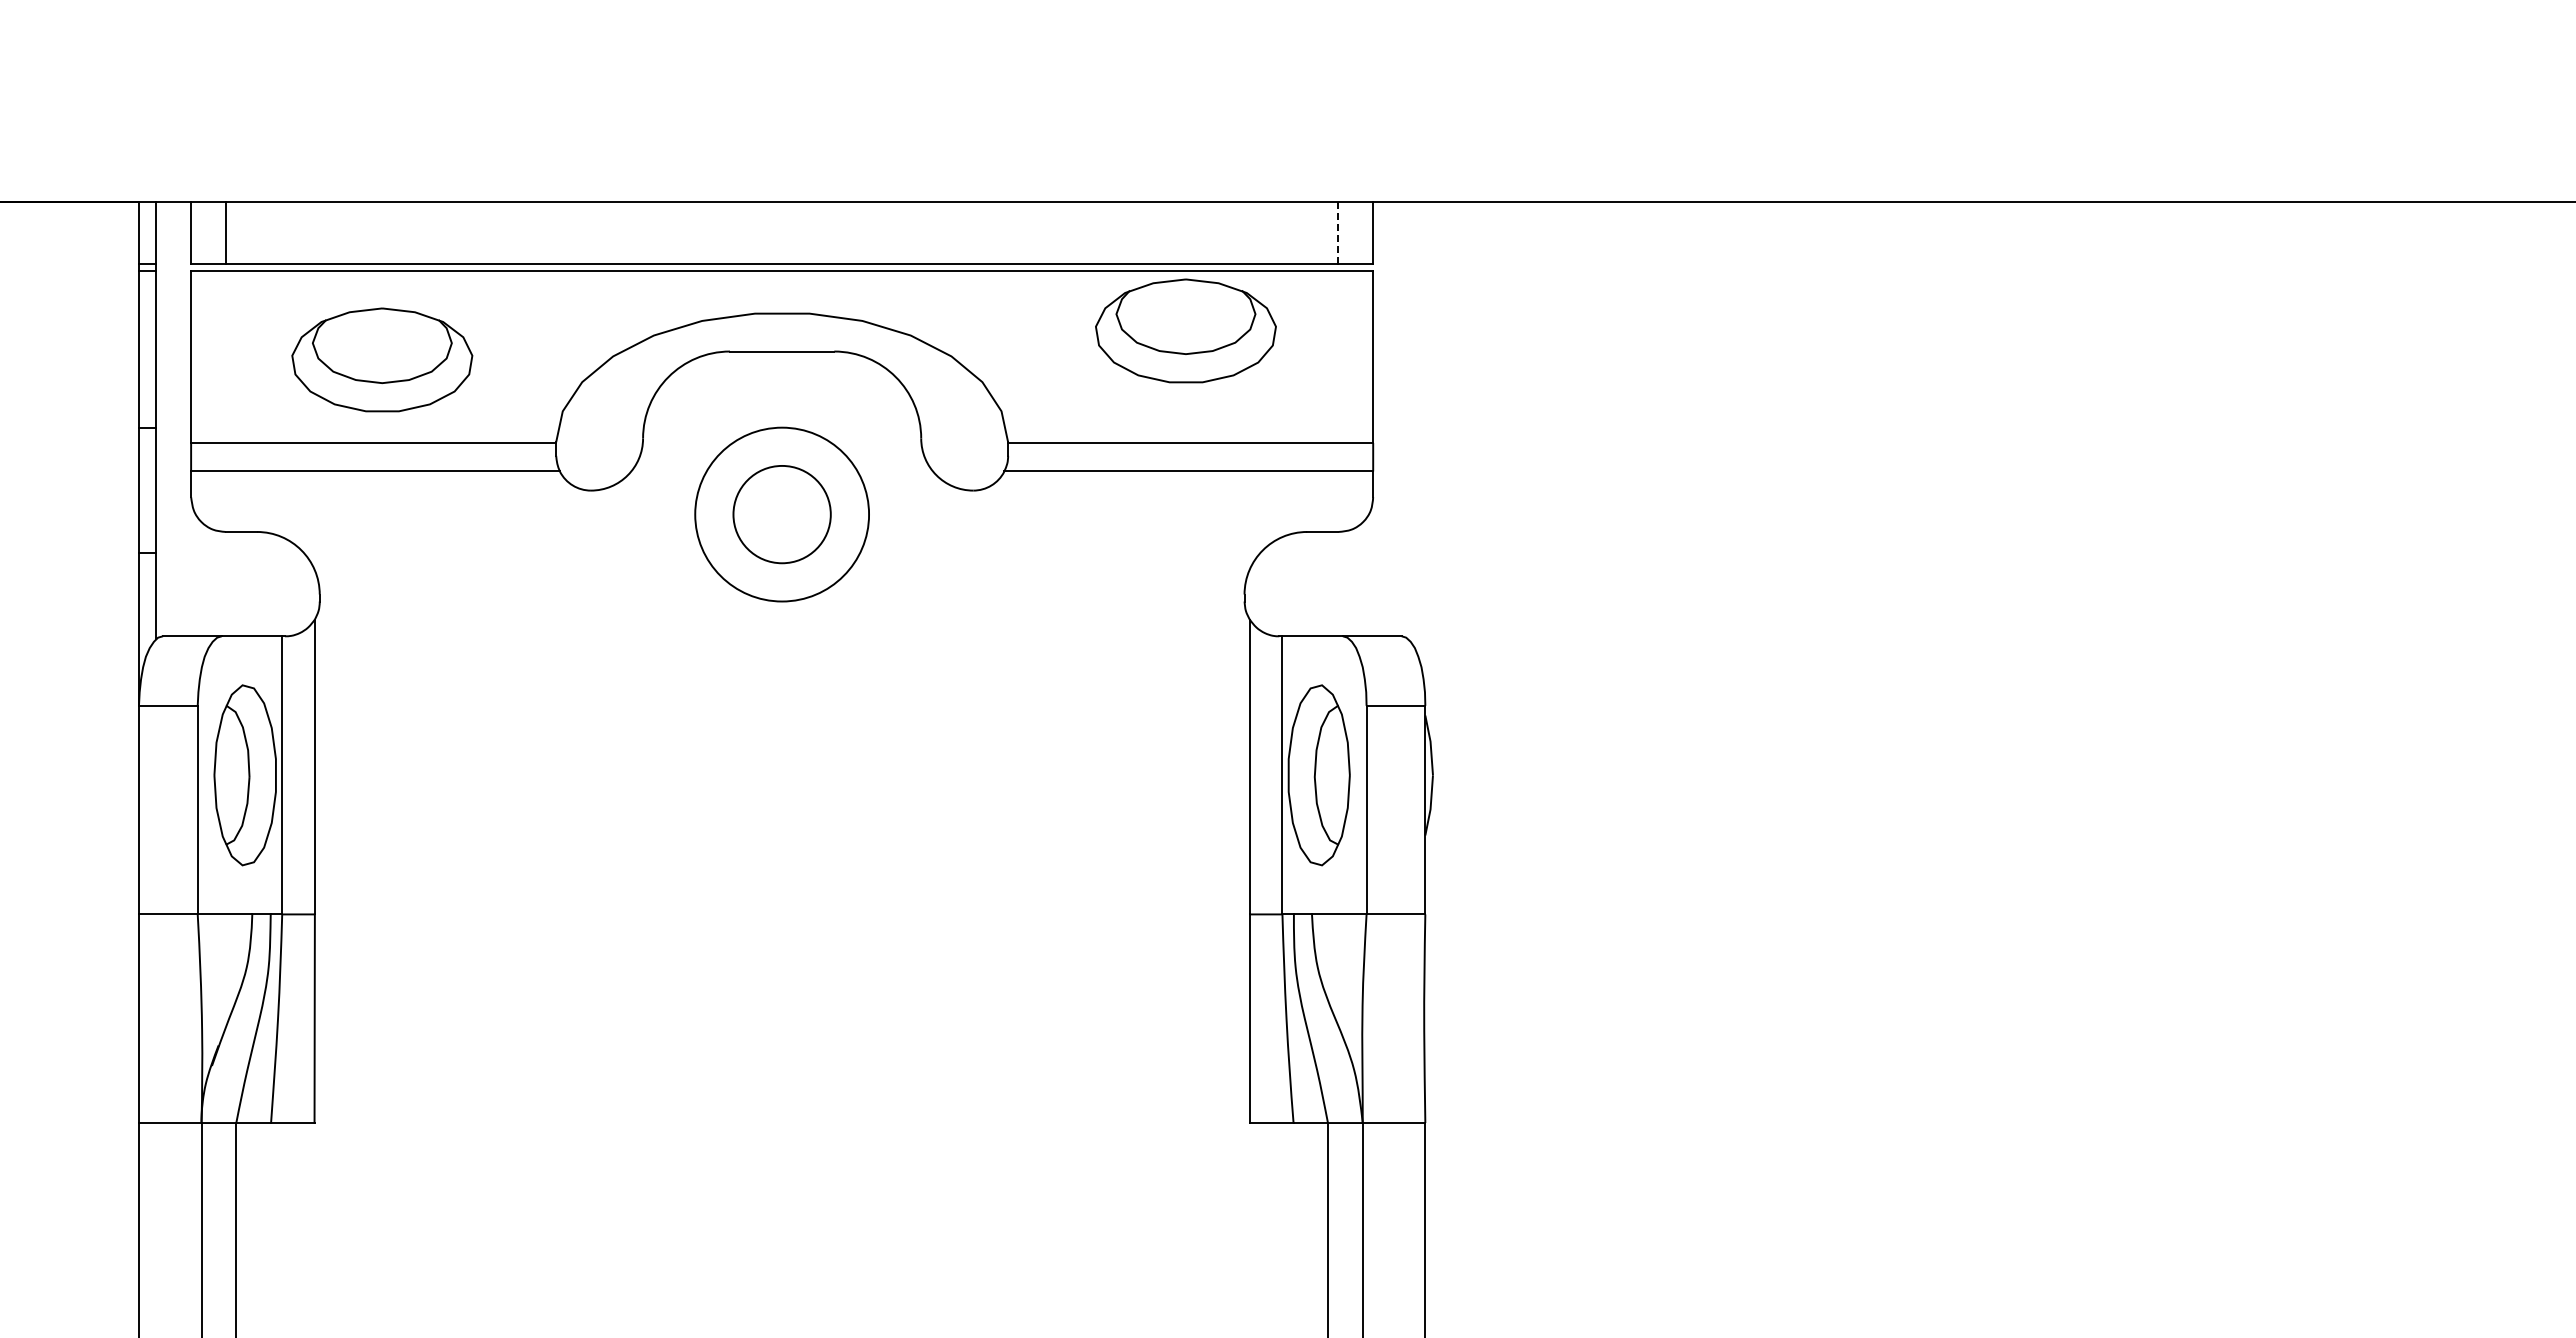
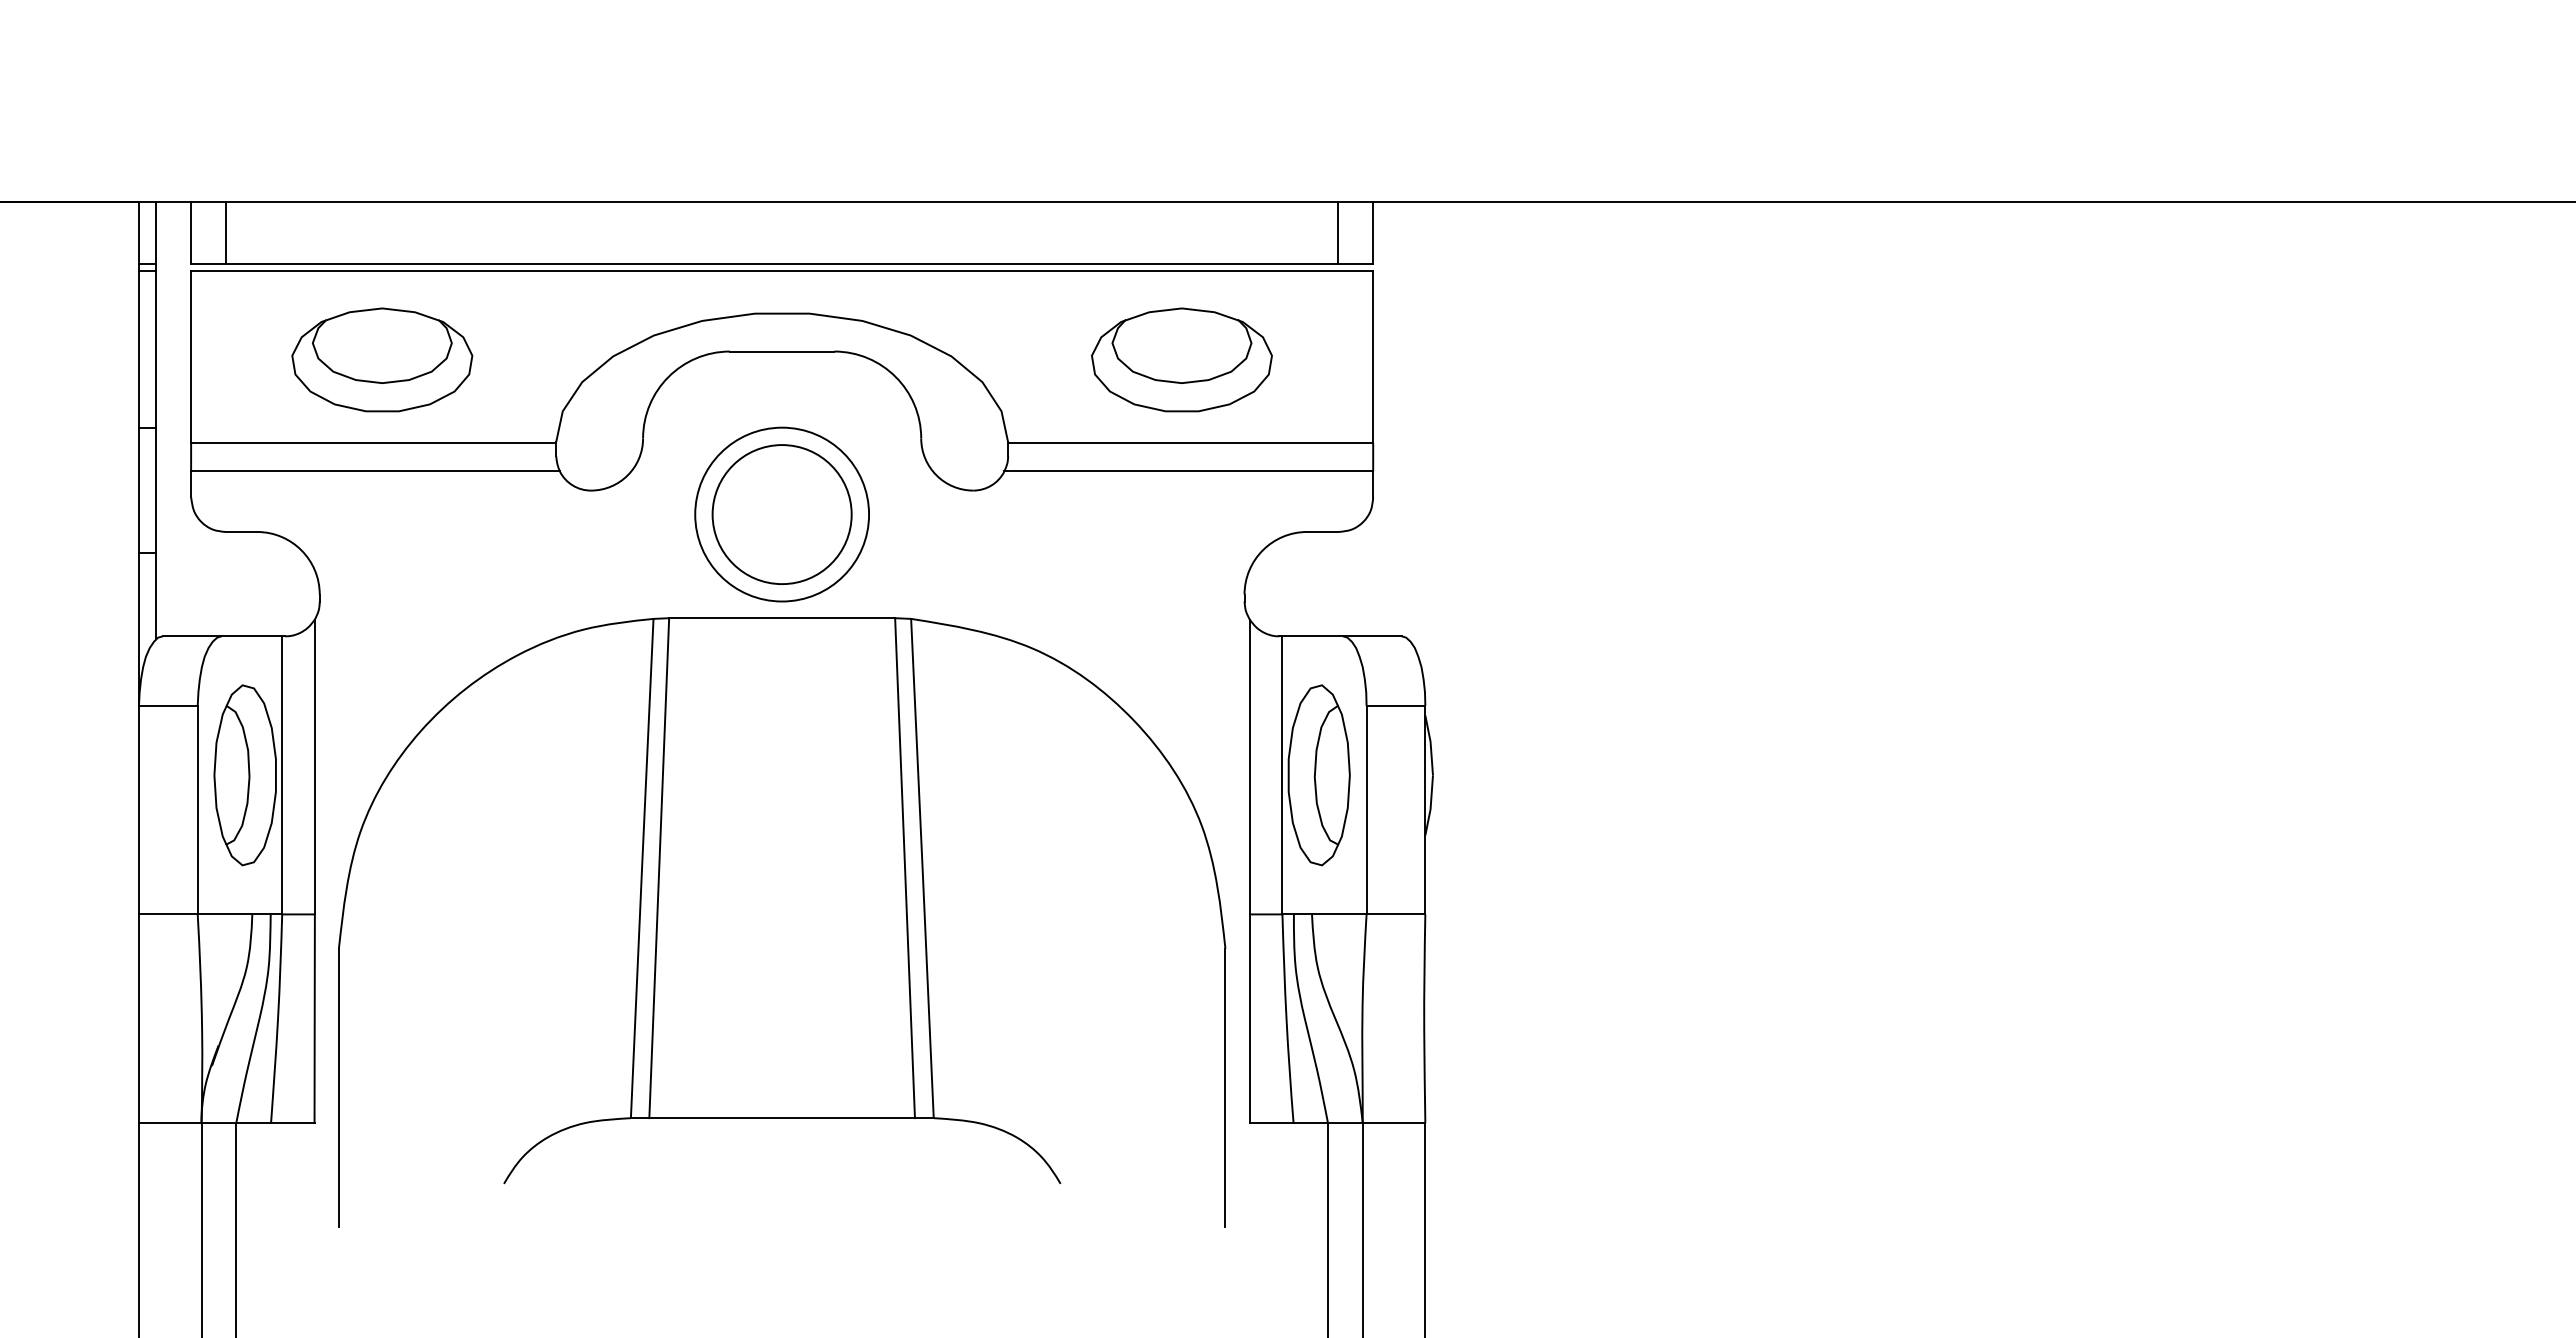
line at (1338, 233): dashed -> solid
part at (1185, 330) position: (1185, 330) -> (1181, 359)
circle at (781, 514) diameter: 97 px -> 139 px
part at (782, 922): none -> present
